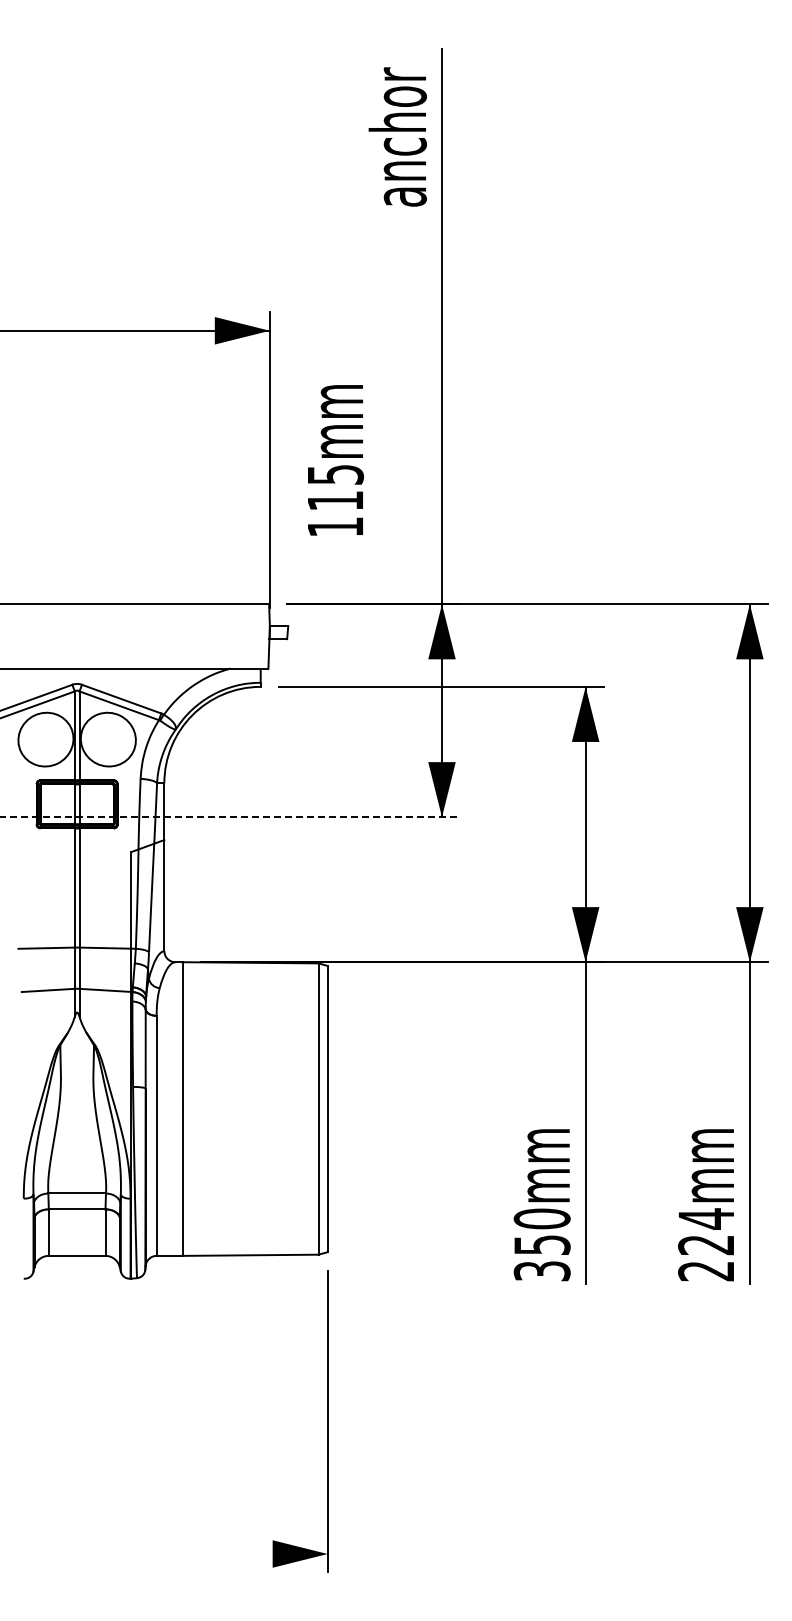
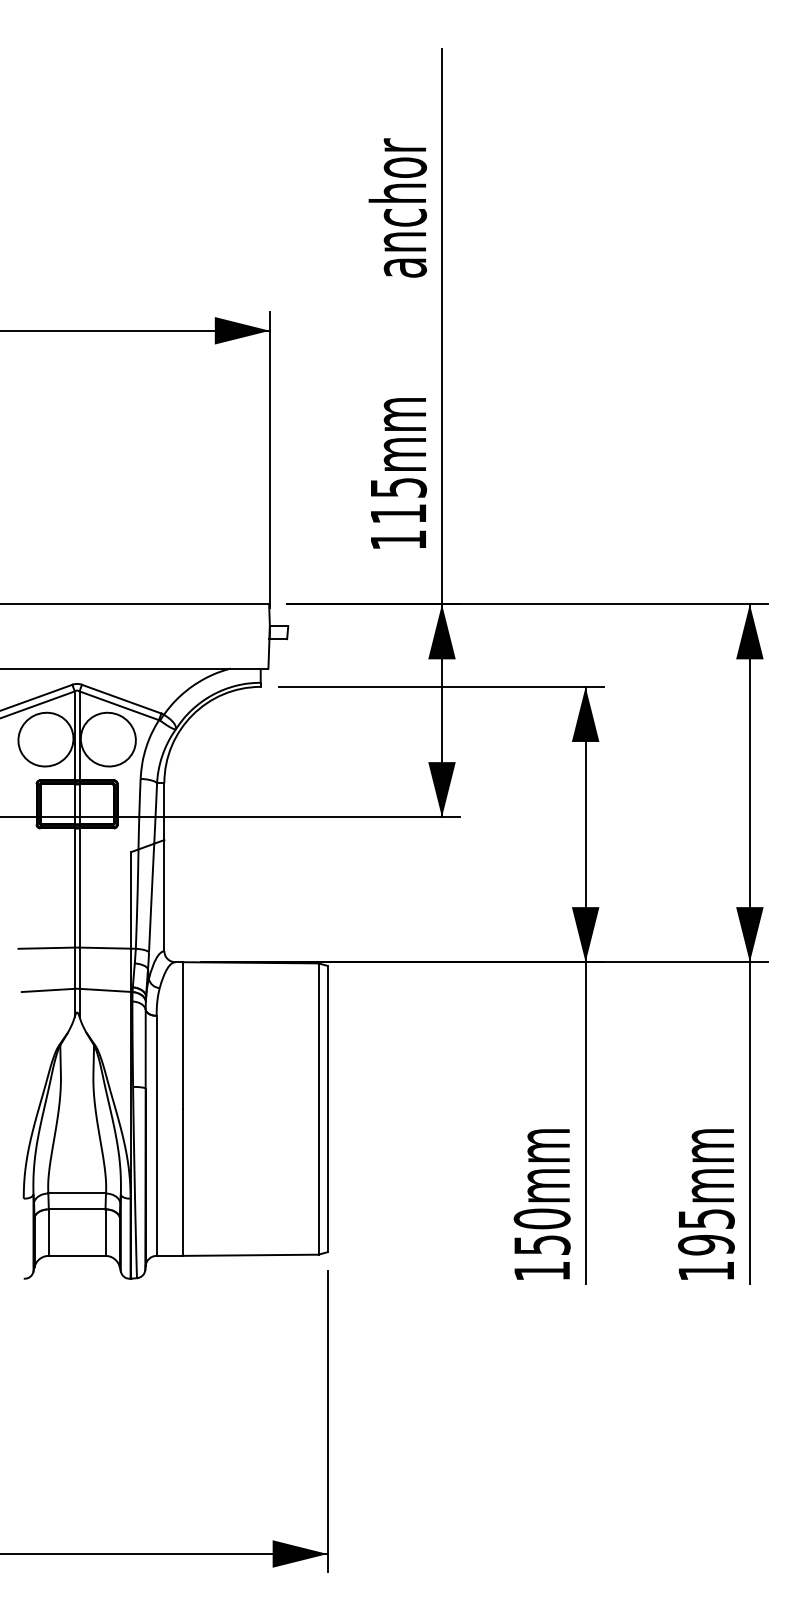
text at (397, 136) position: (397, 136) -> (397, 207)
text at (336, 460) position: (336, 460) -> (399, 473)
line at (230, 817): dashed -> solid
text at (706, 1244): 224mm -> 195mm
text at (541, 1271): 350mm -> 150mm
line at (164, 1554): none -> present
